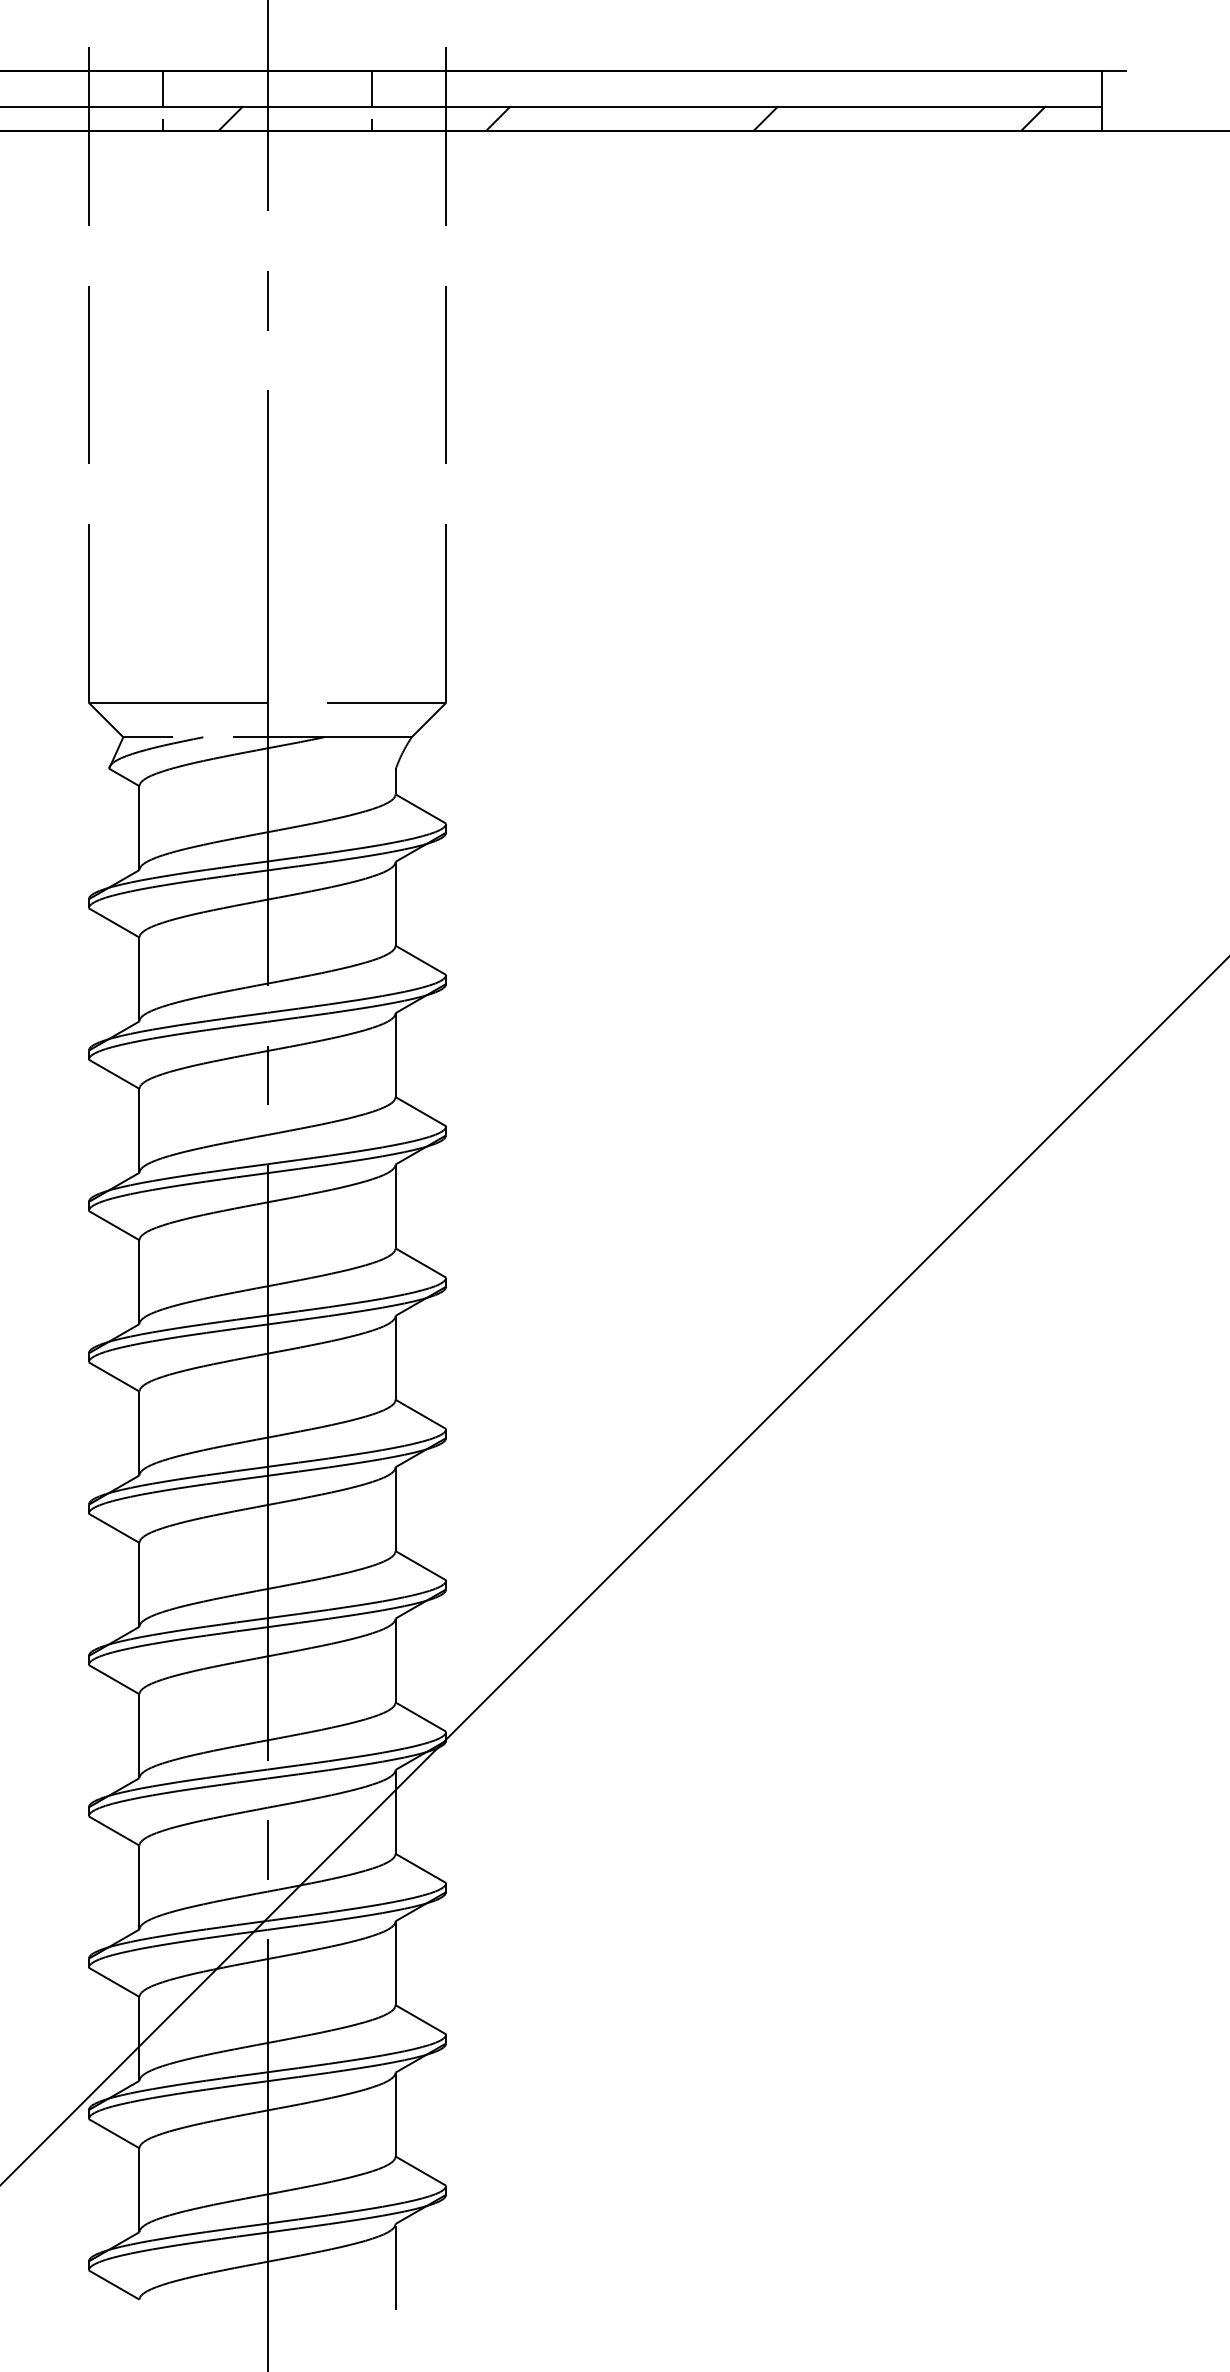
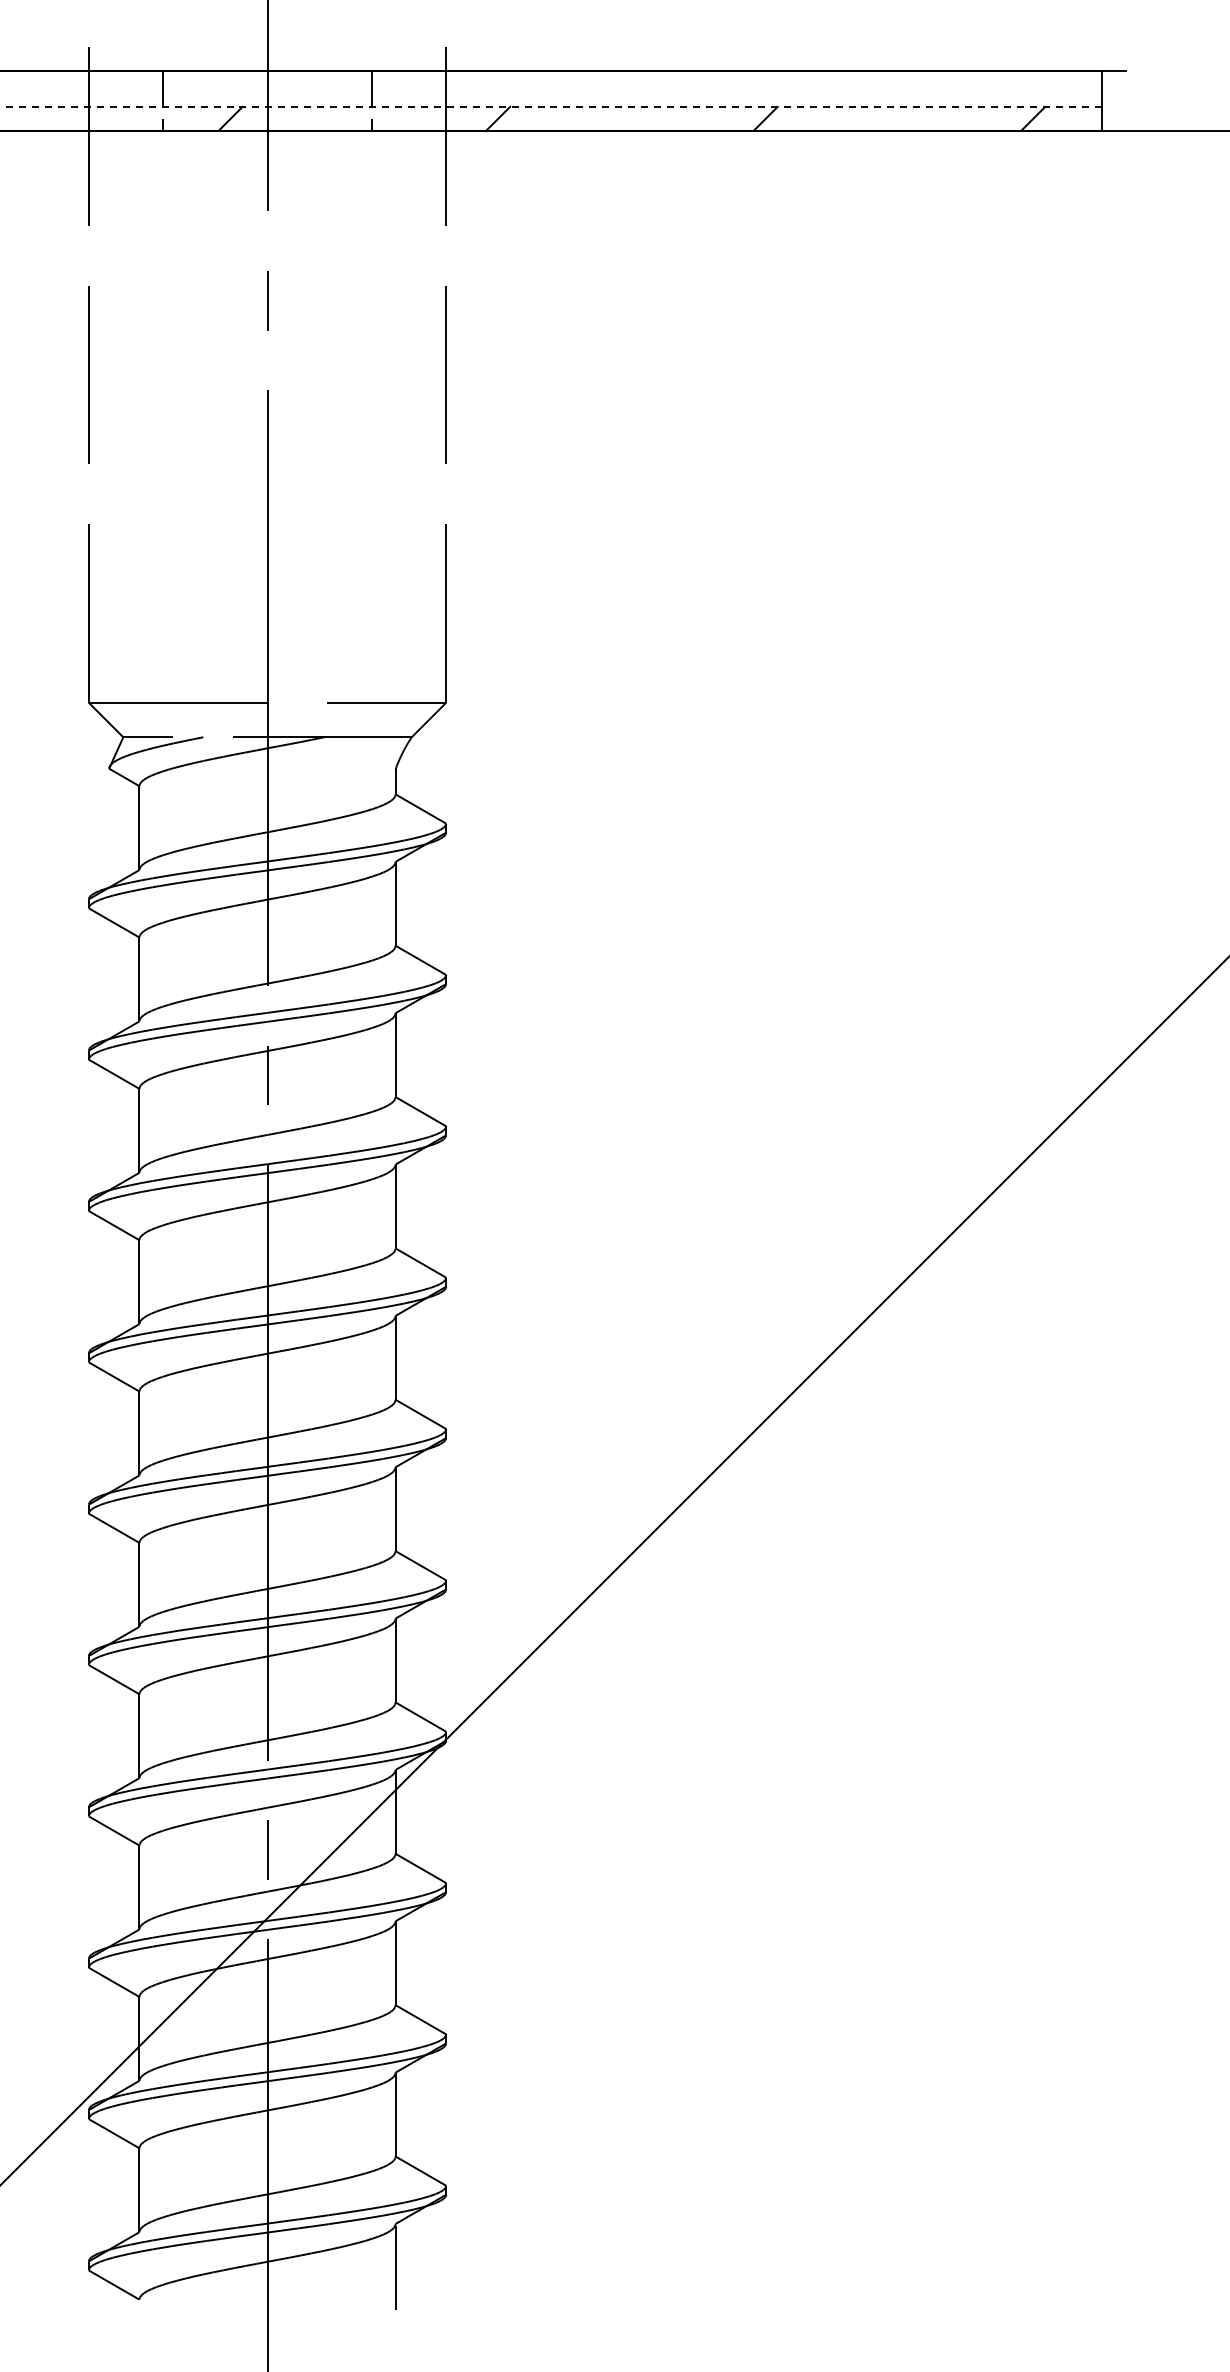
line at (550, 106): solid -> dashed
